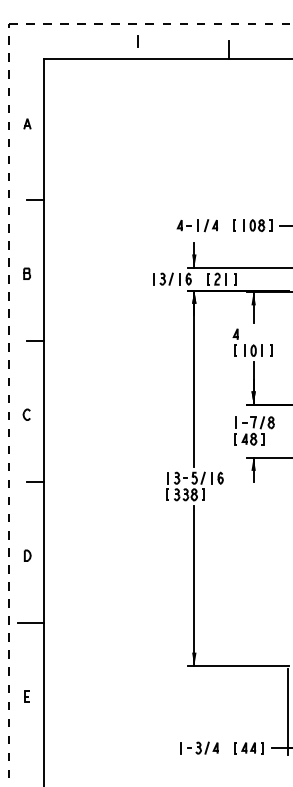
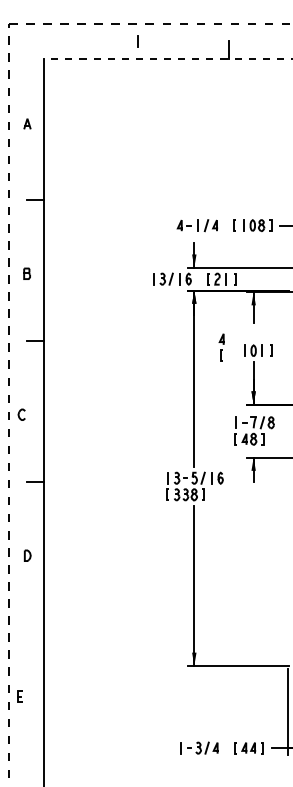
line at (168, 58): solid -> dashed
part at (235, 342) position: (235, 342) -> (221, 347)
part at (26, 414) position: (26, 414) -> (21, 414)
line at (30, 622): present -> none
part at (26, 696) position: (26, 696) -> (19, 696)
